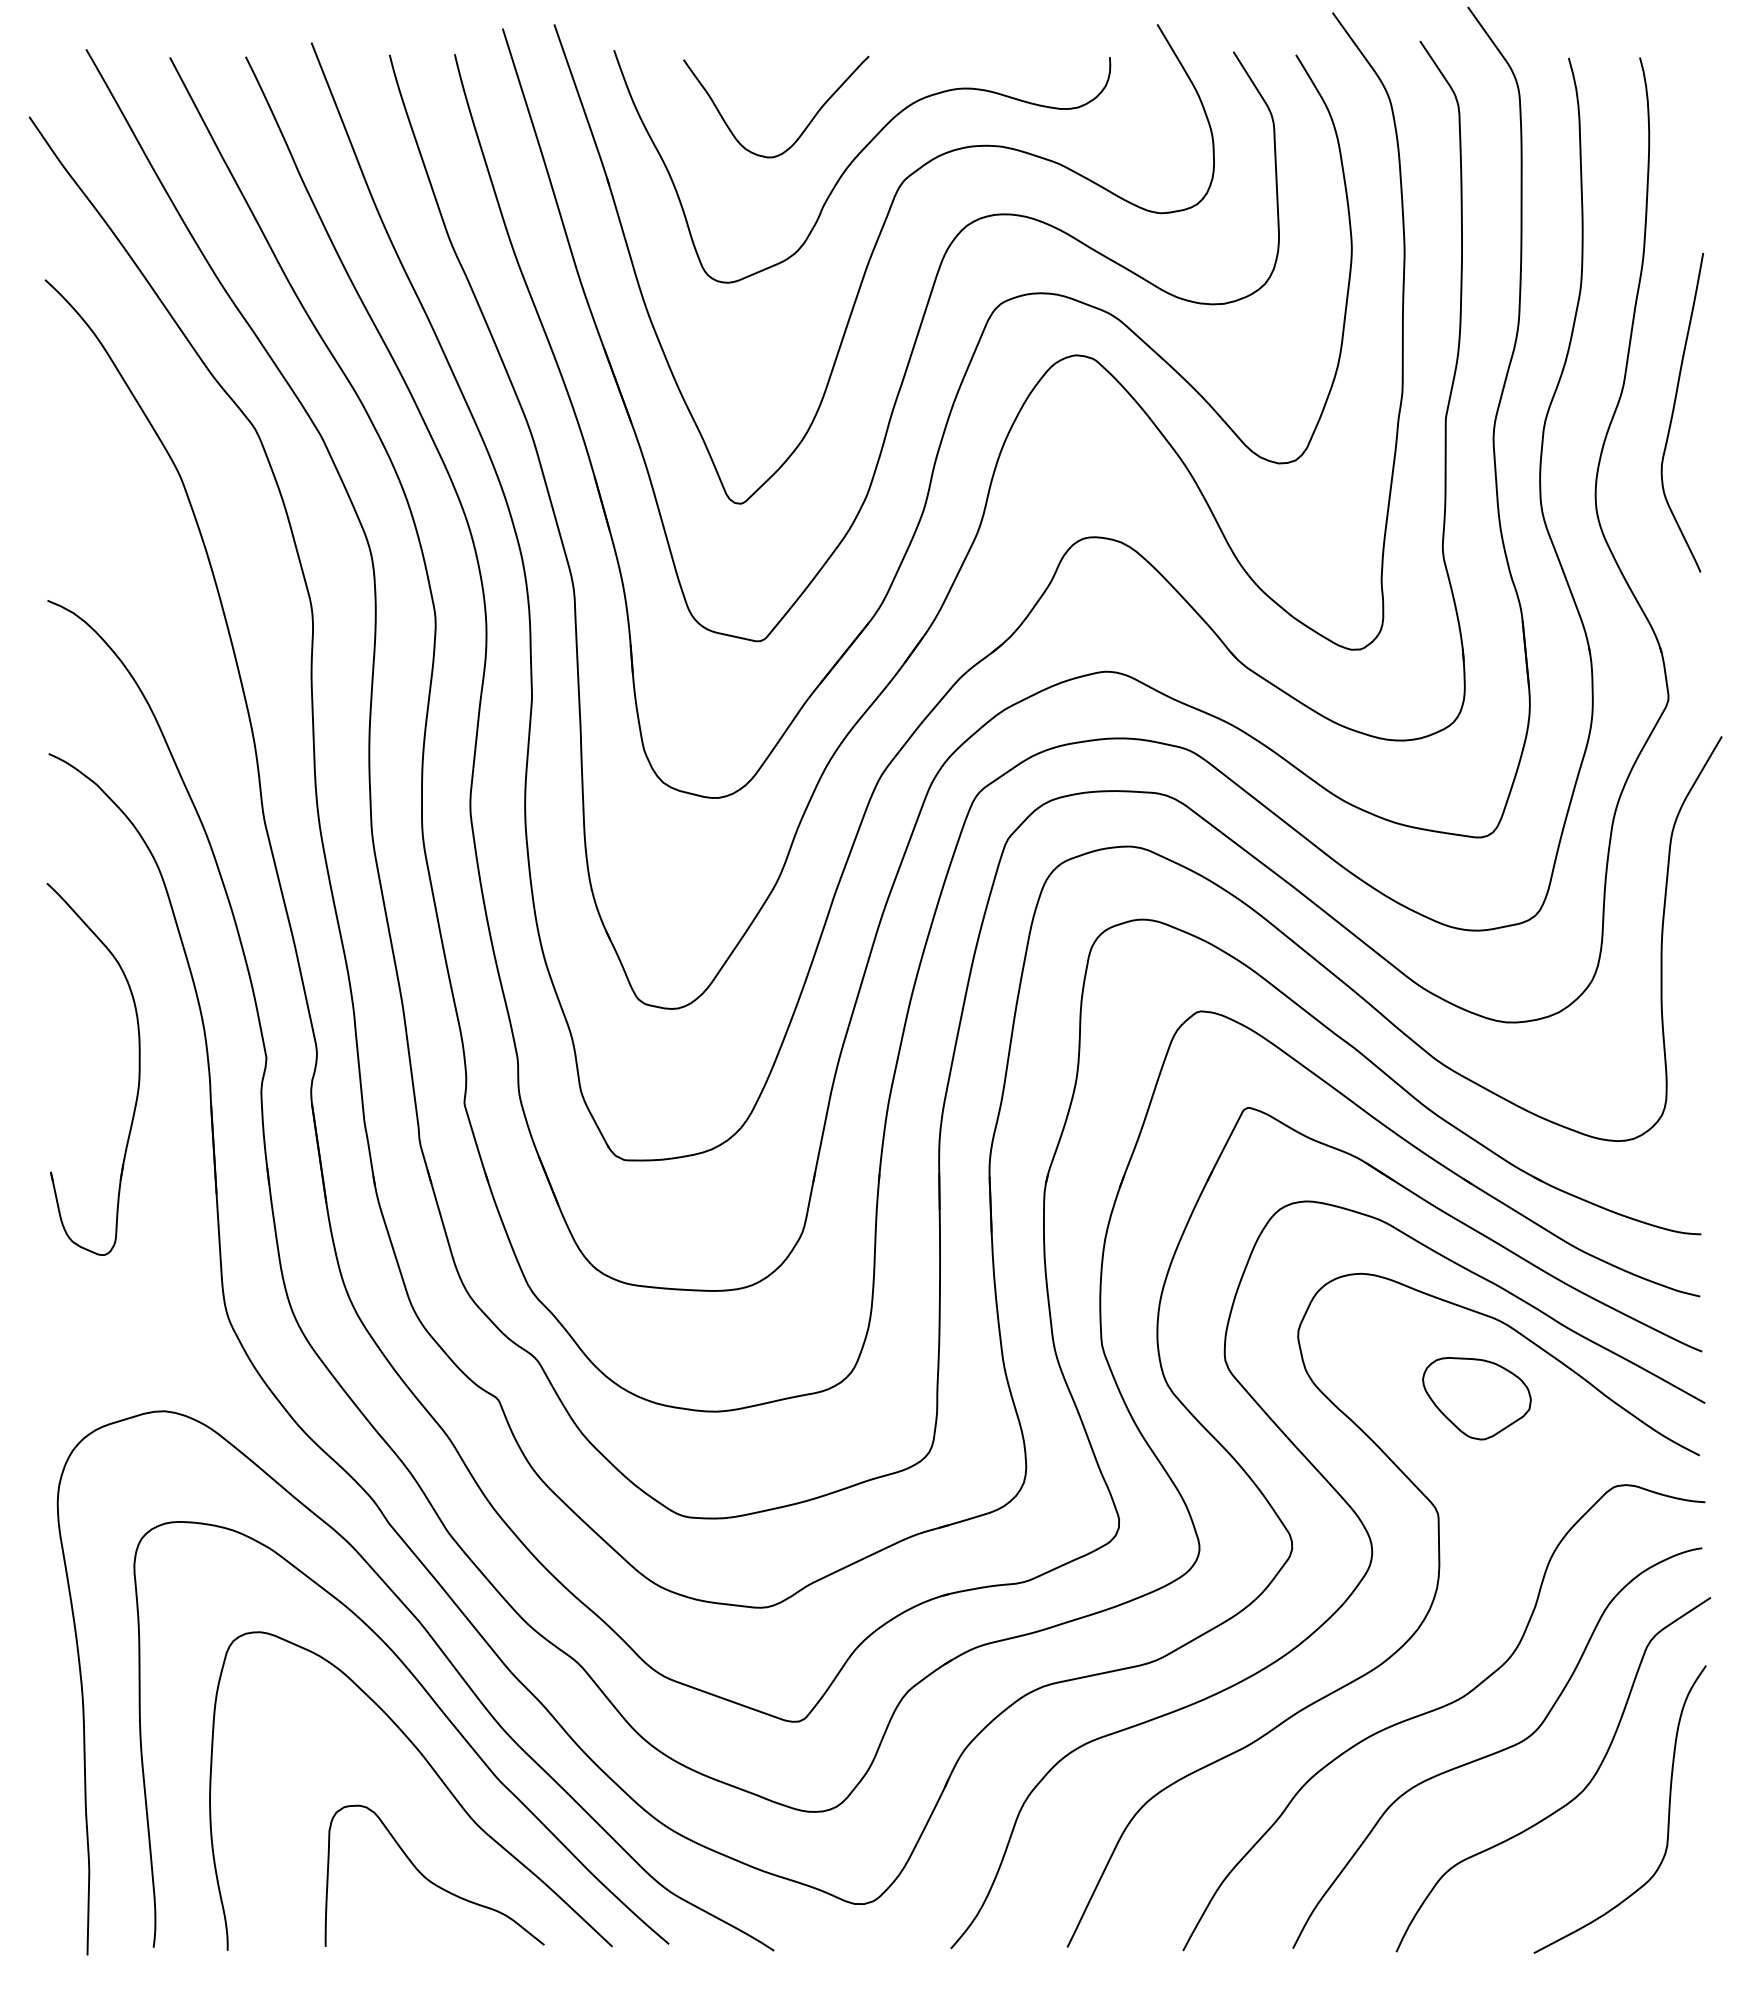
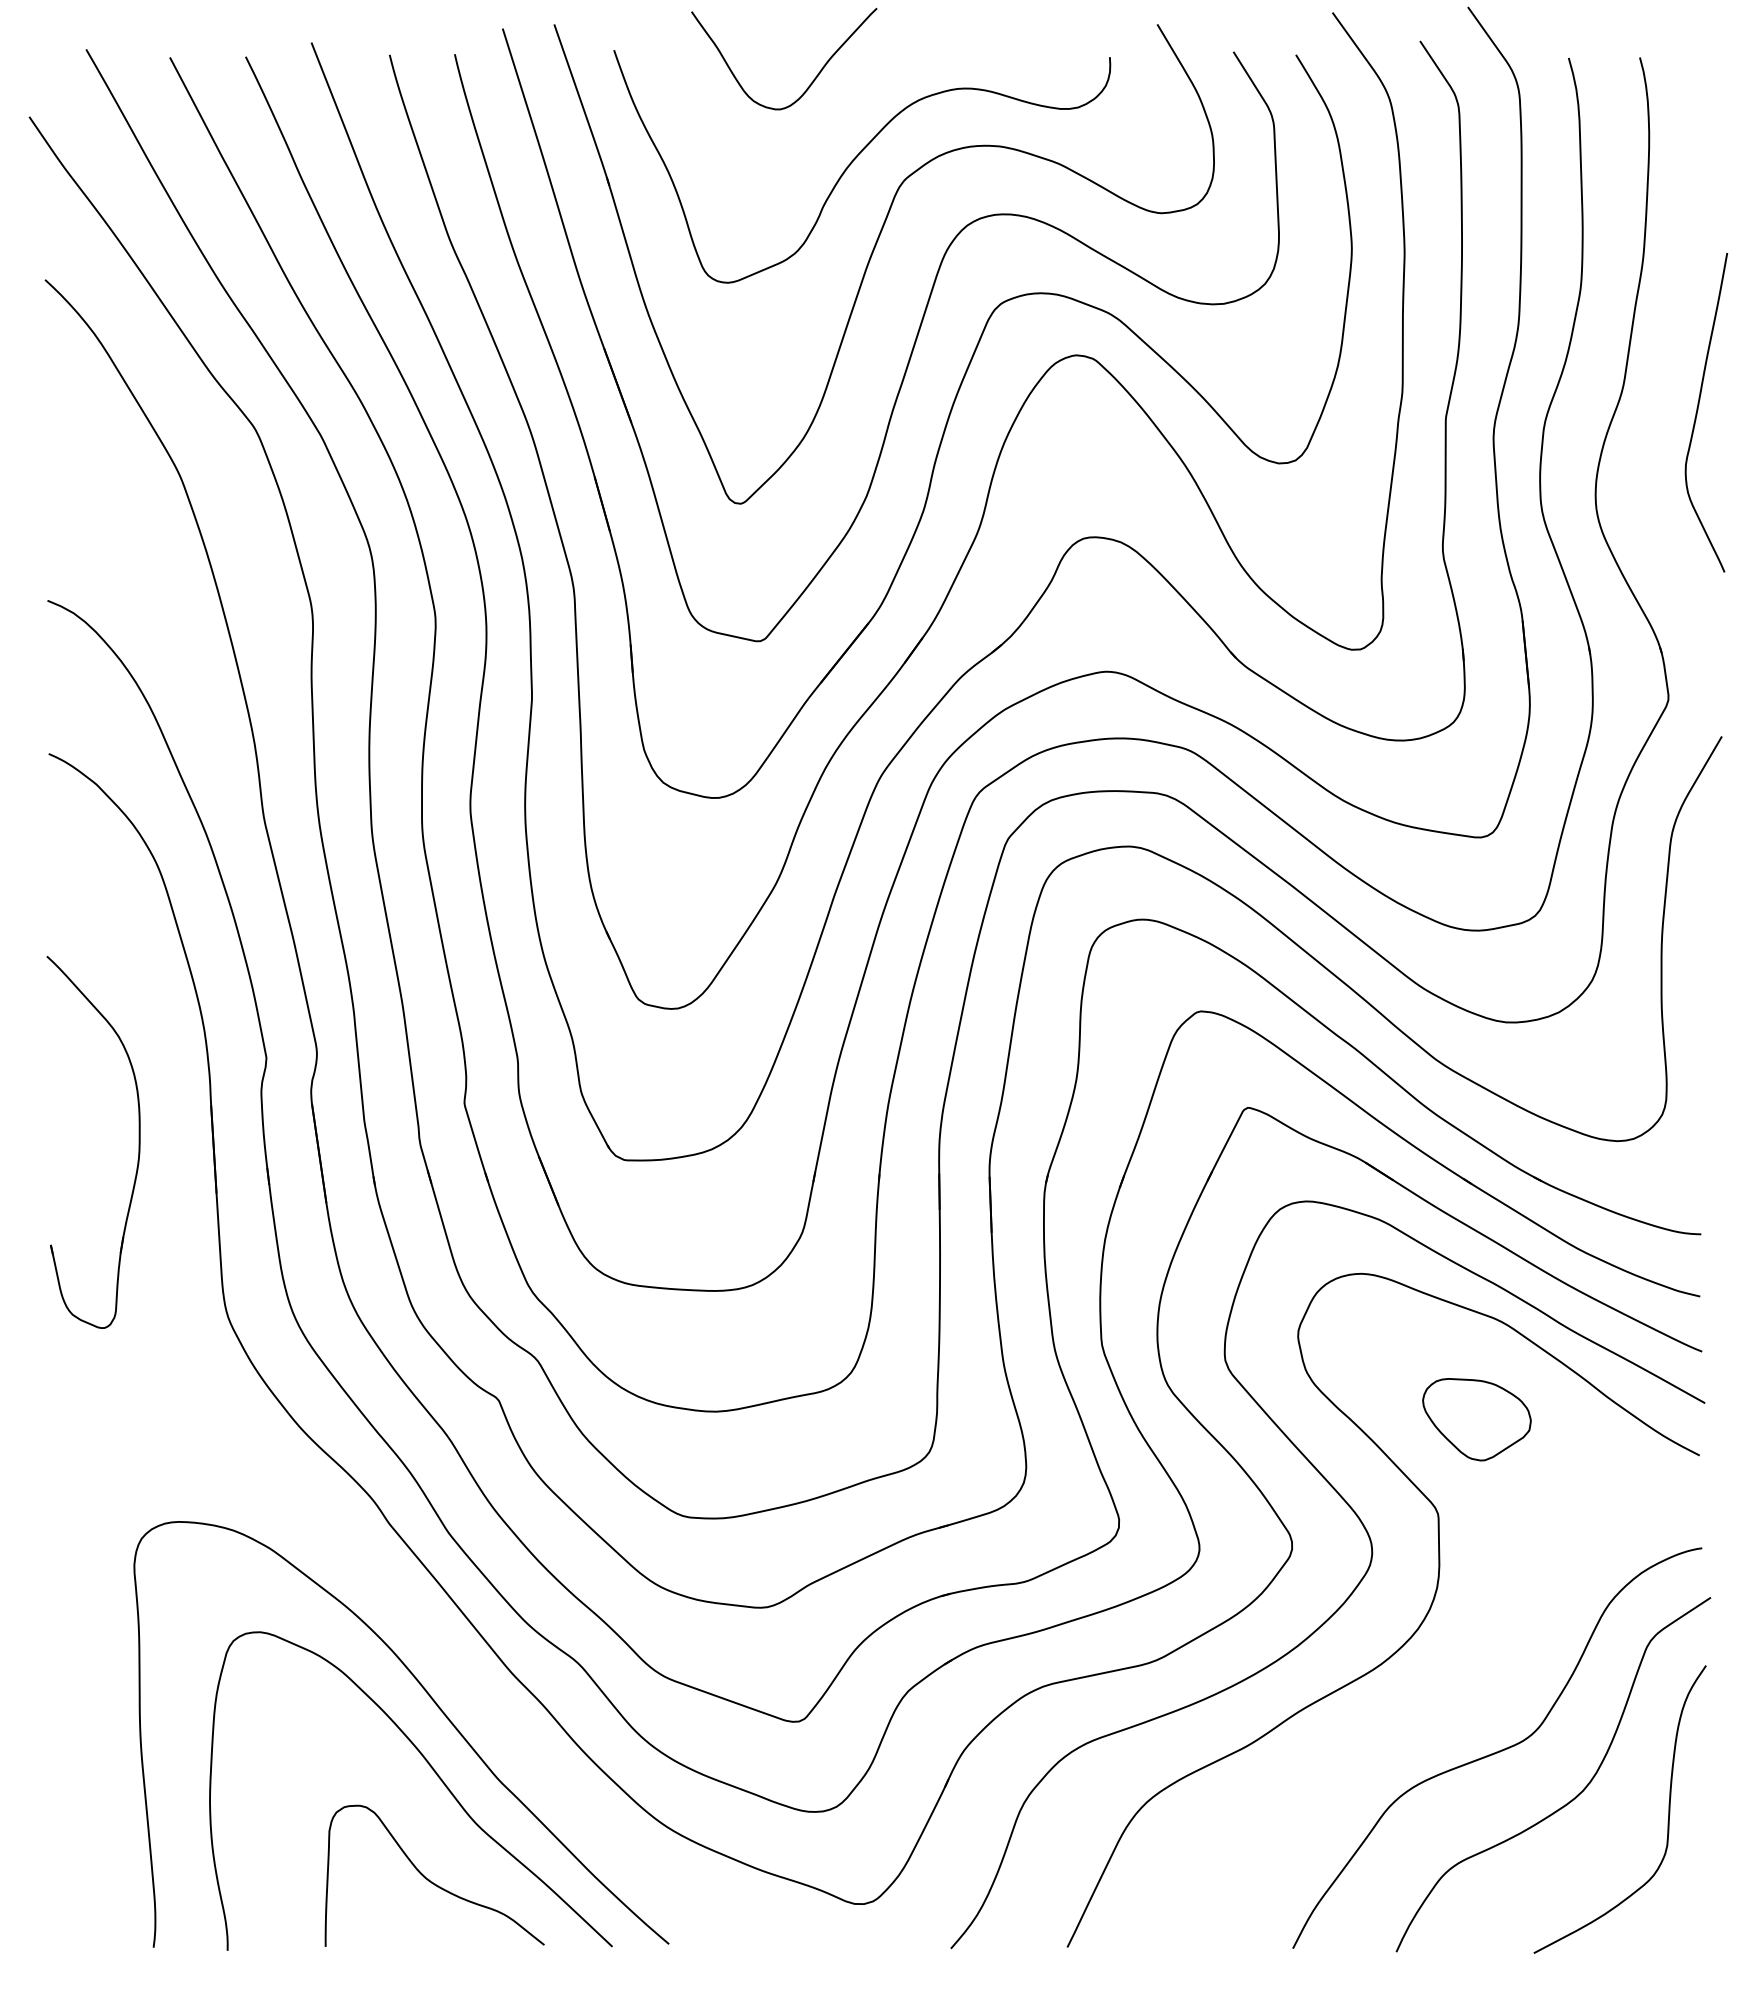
curve at (804, 128) position: (804, 128) -> (812, 80)
curve at (1674, 410) position: (1674, 410) -> (1698, 410)
part at (138, 1069) position: (138, 1069) -> (138, 1142)
part at (1476, 1398) position: (1476, 1398) -> (1476, 1419)
curve at (445, 1657): present -> none
curve at (1439, 1709): present -> none
